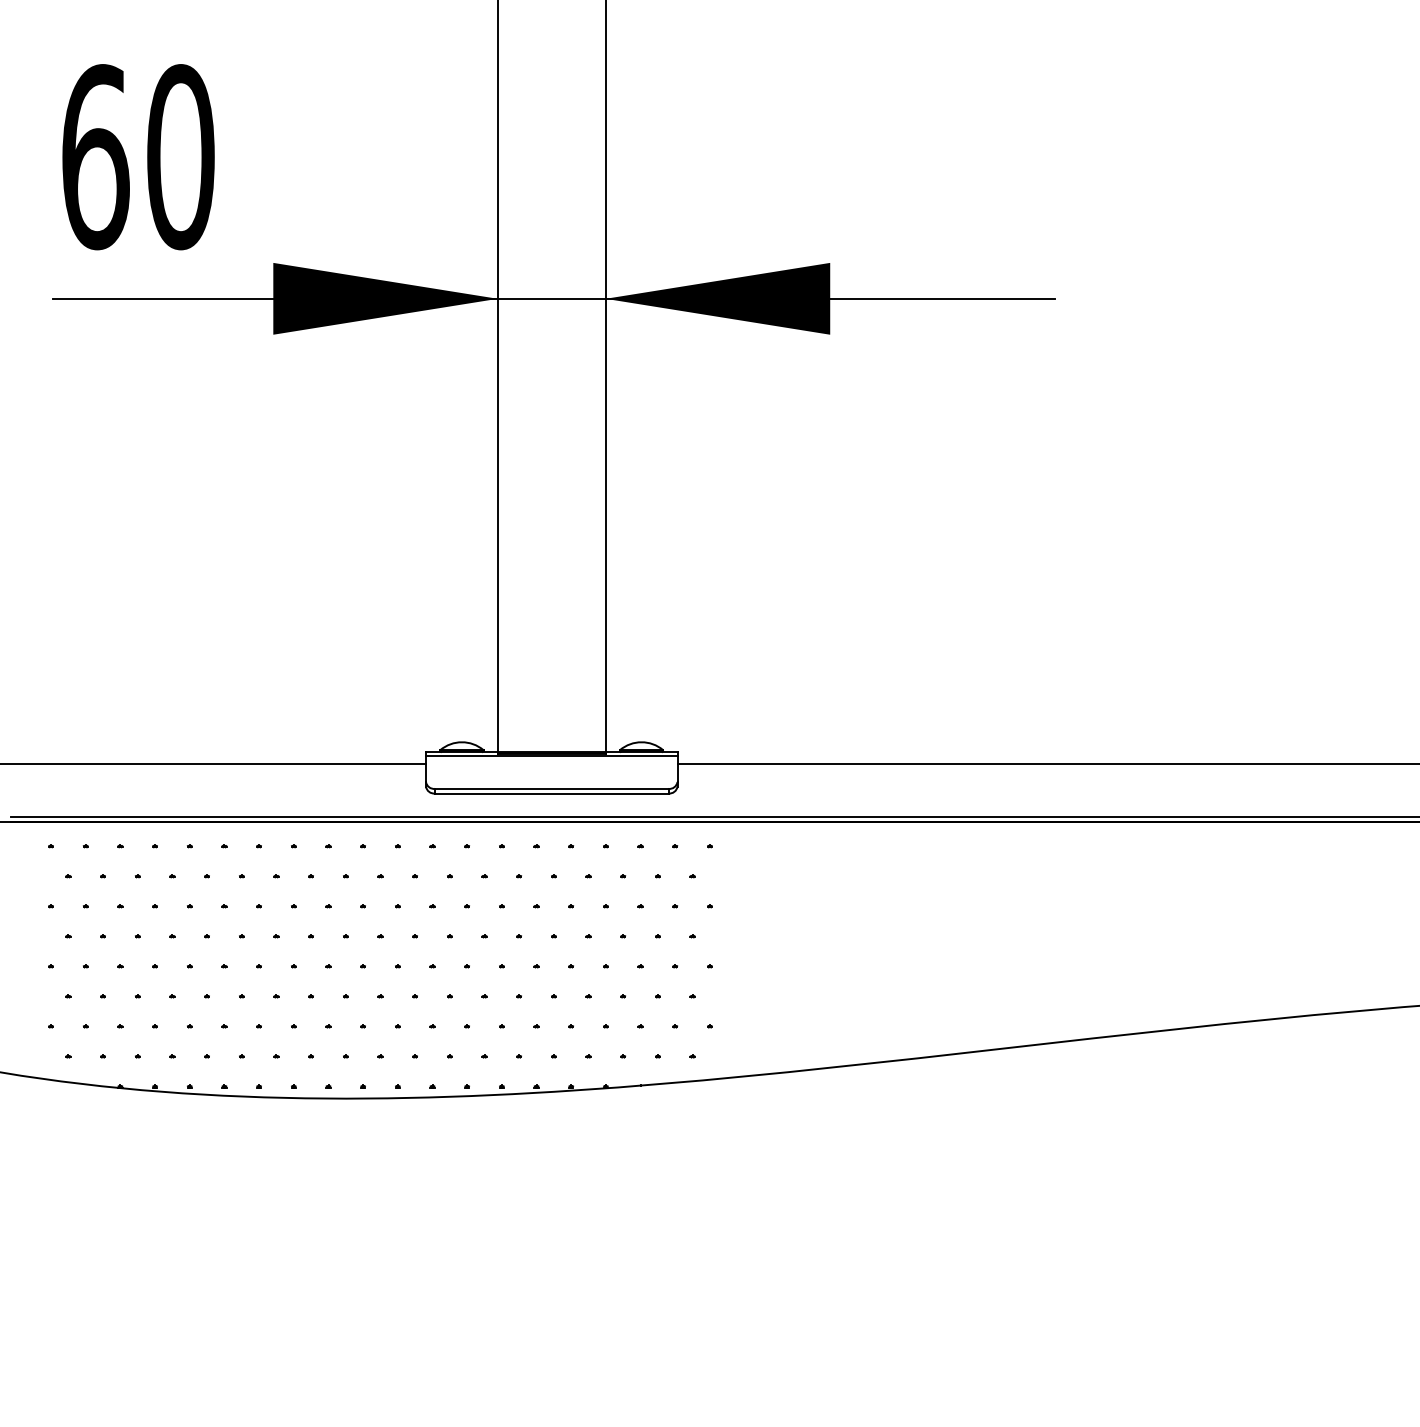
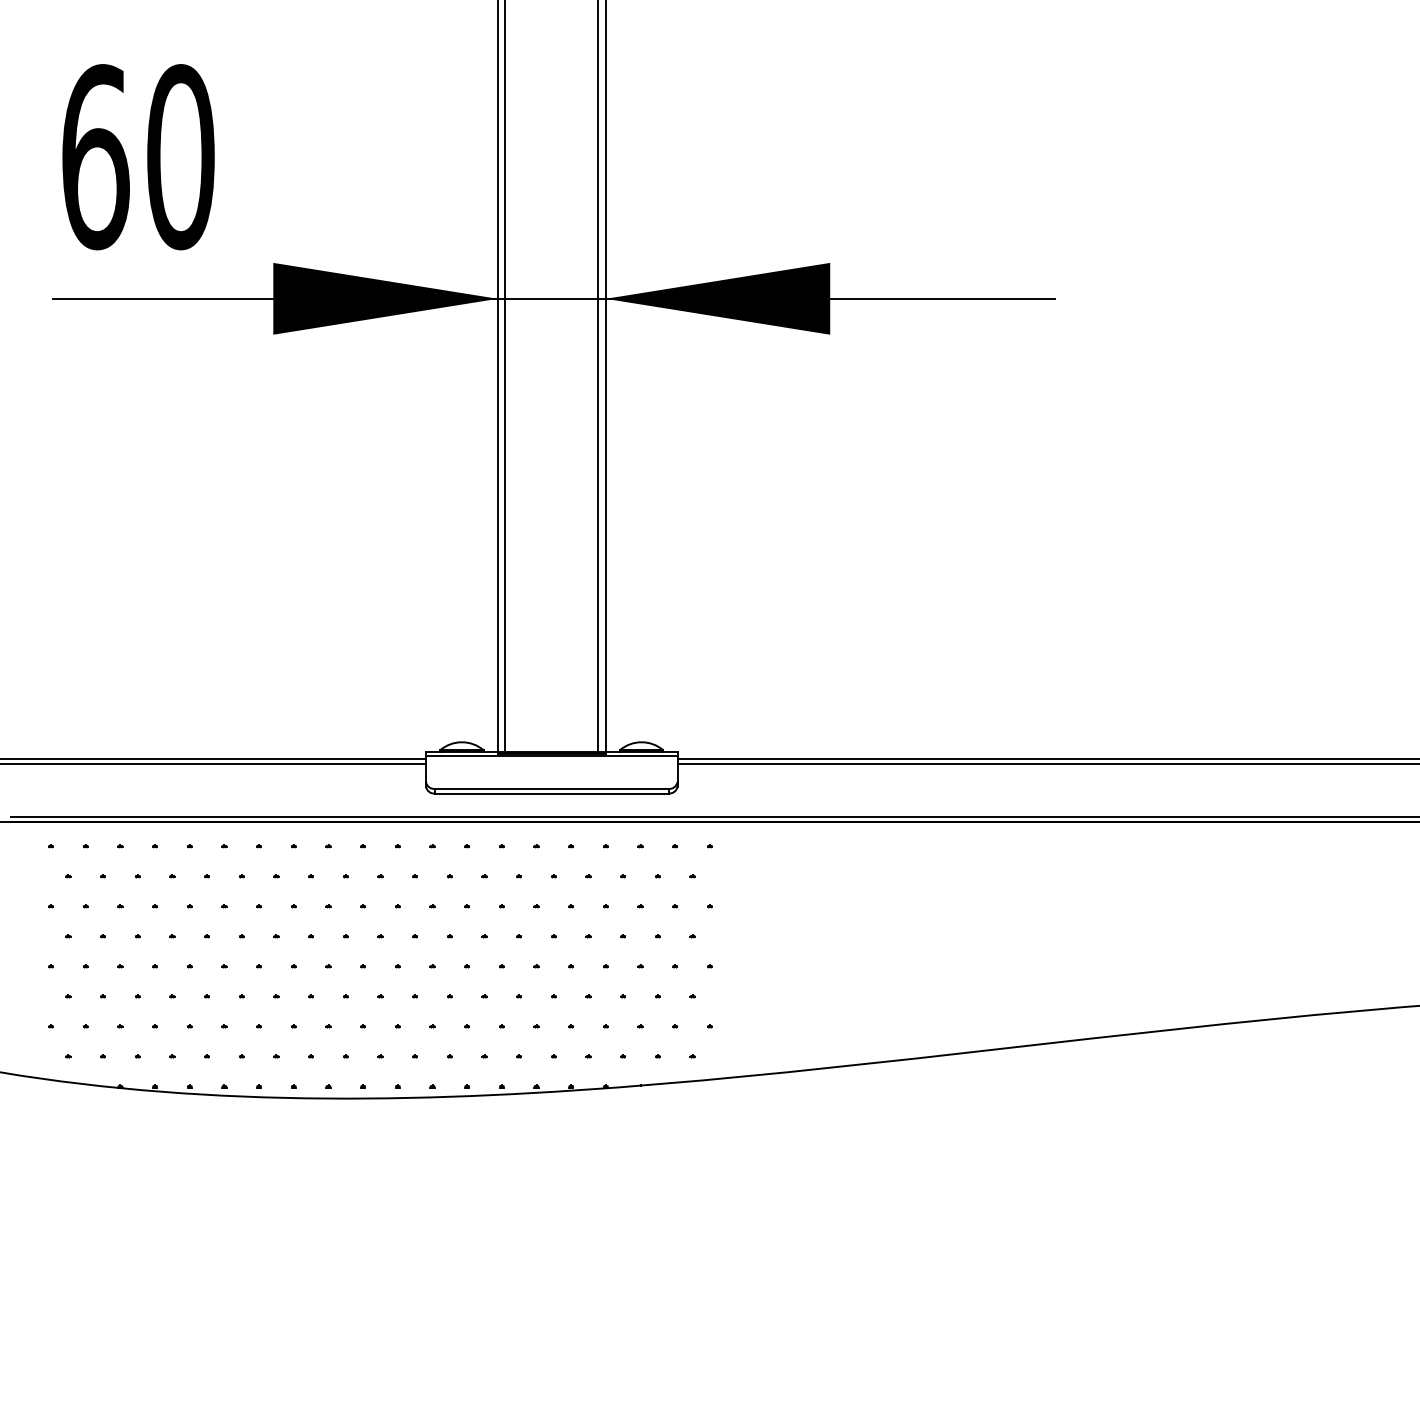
line at (505, 376): none -> present
line at (598, 376): none -> present
line at (214, 759): none -> present
line at (1046, 759): none -> present
